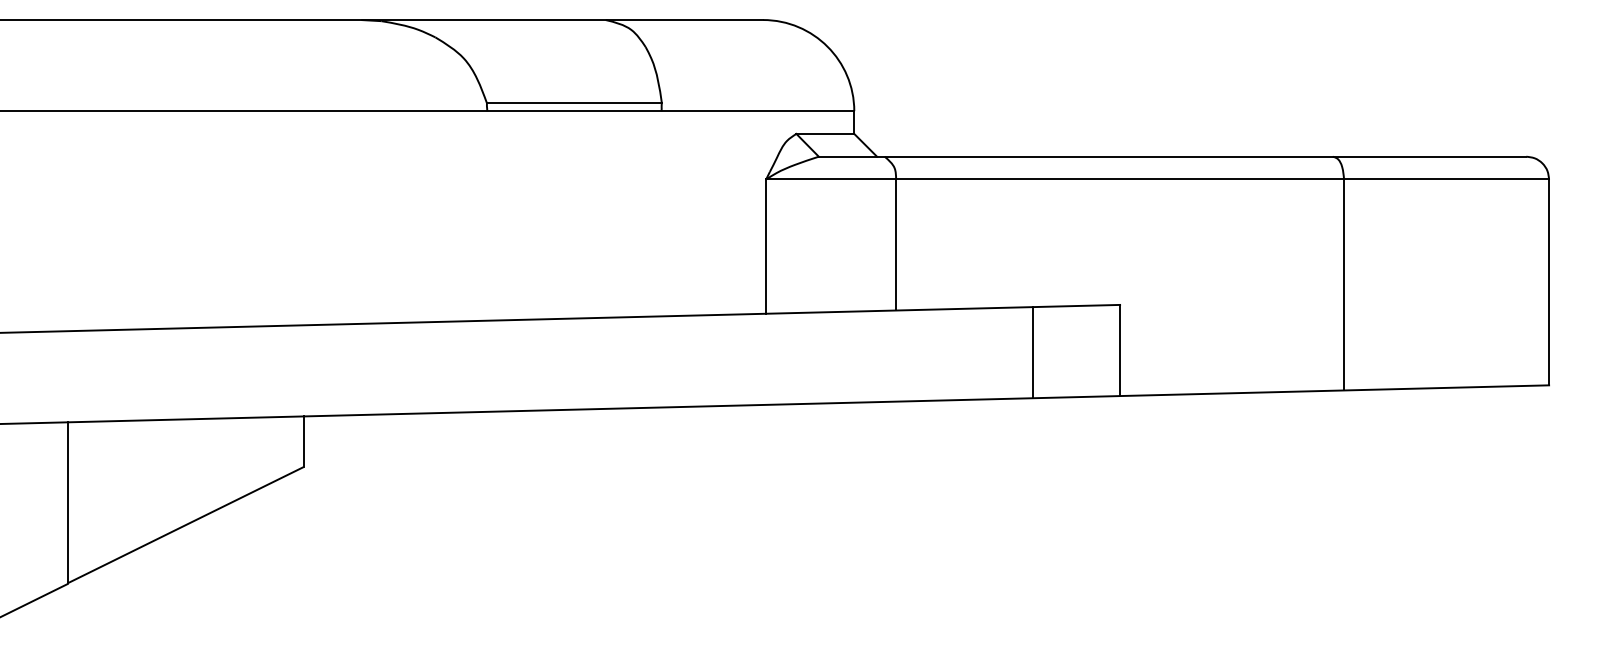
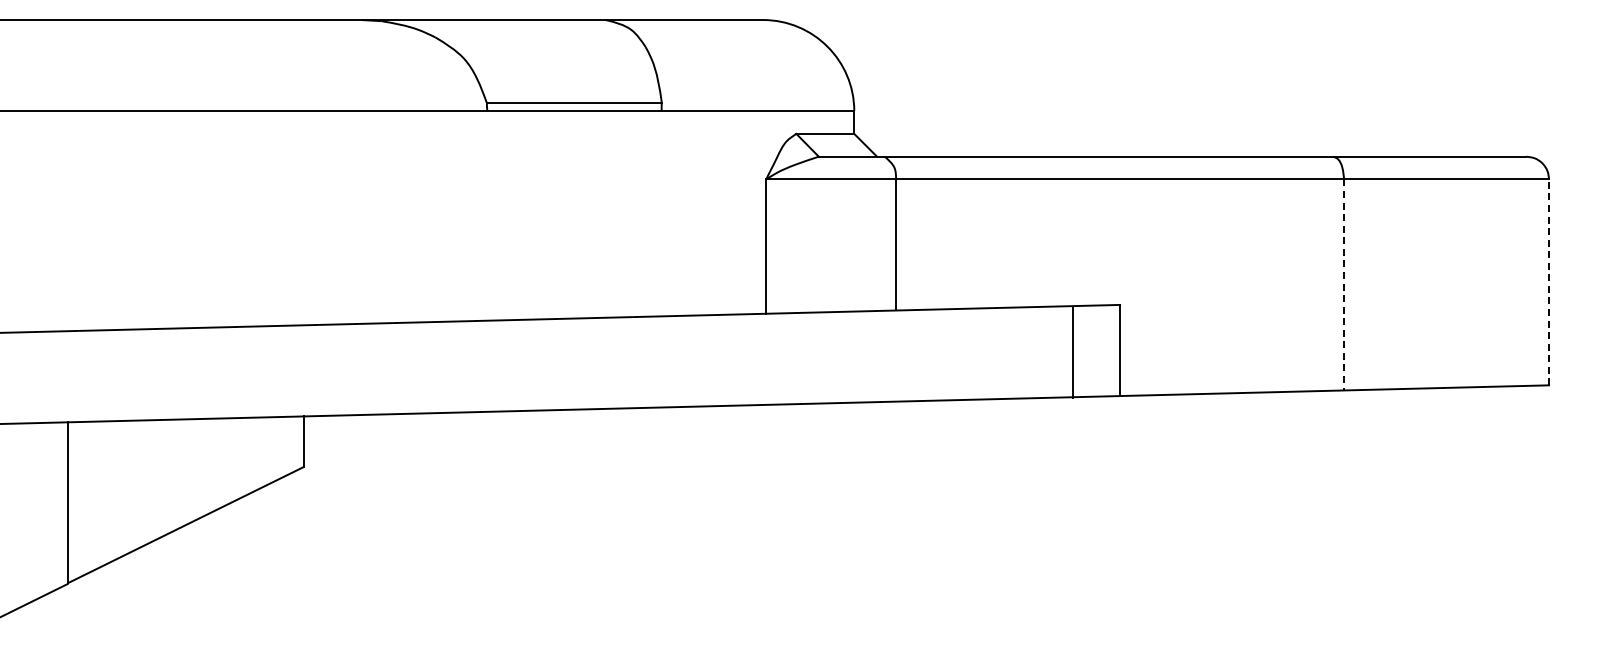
line at (1549, 282): solid -> dashed
line at (1344, 285): solid -> dashed
line at (1032, 352) position: (1032, 352) -> (1072, 352)
